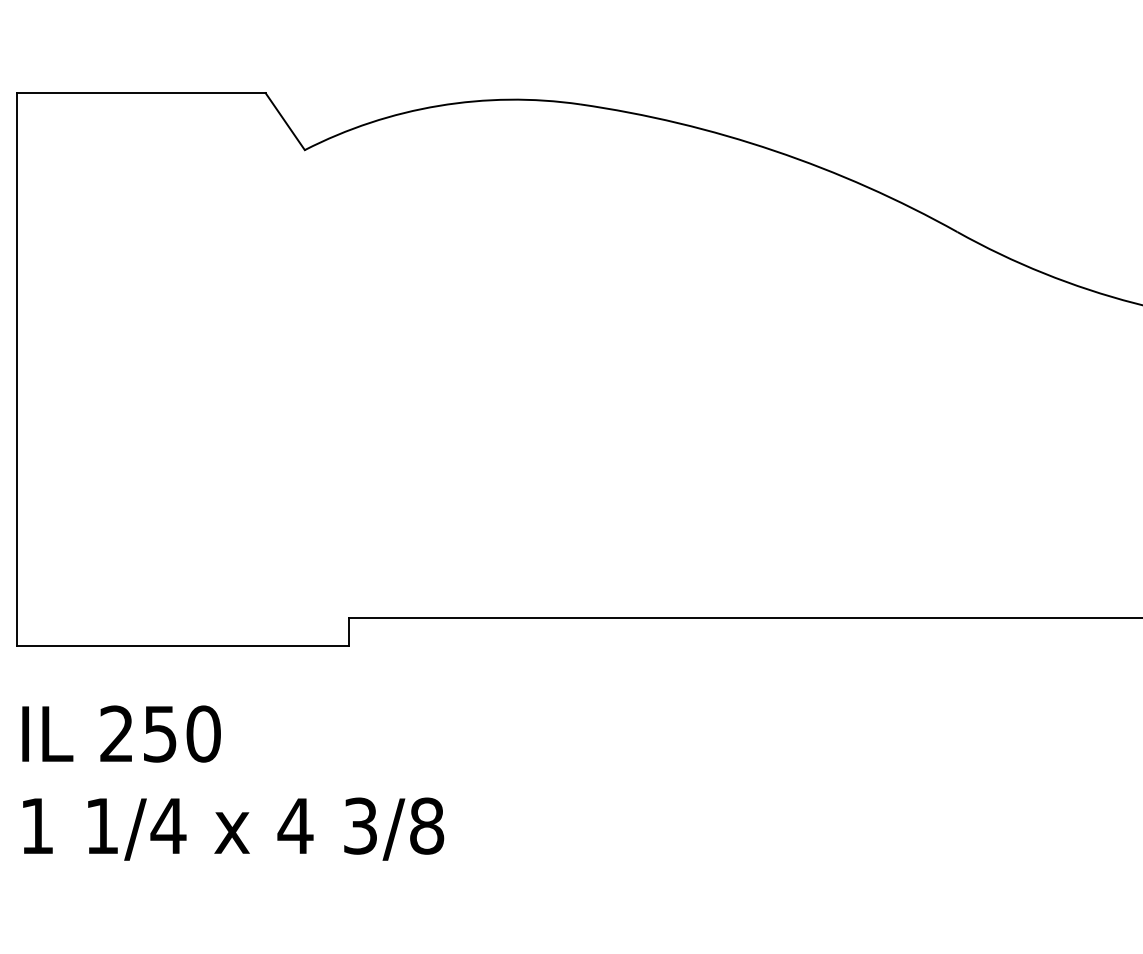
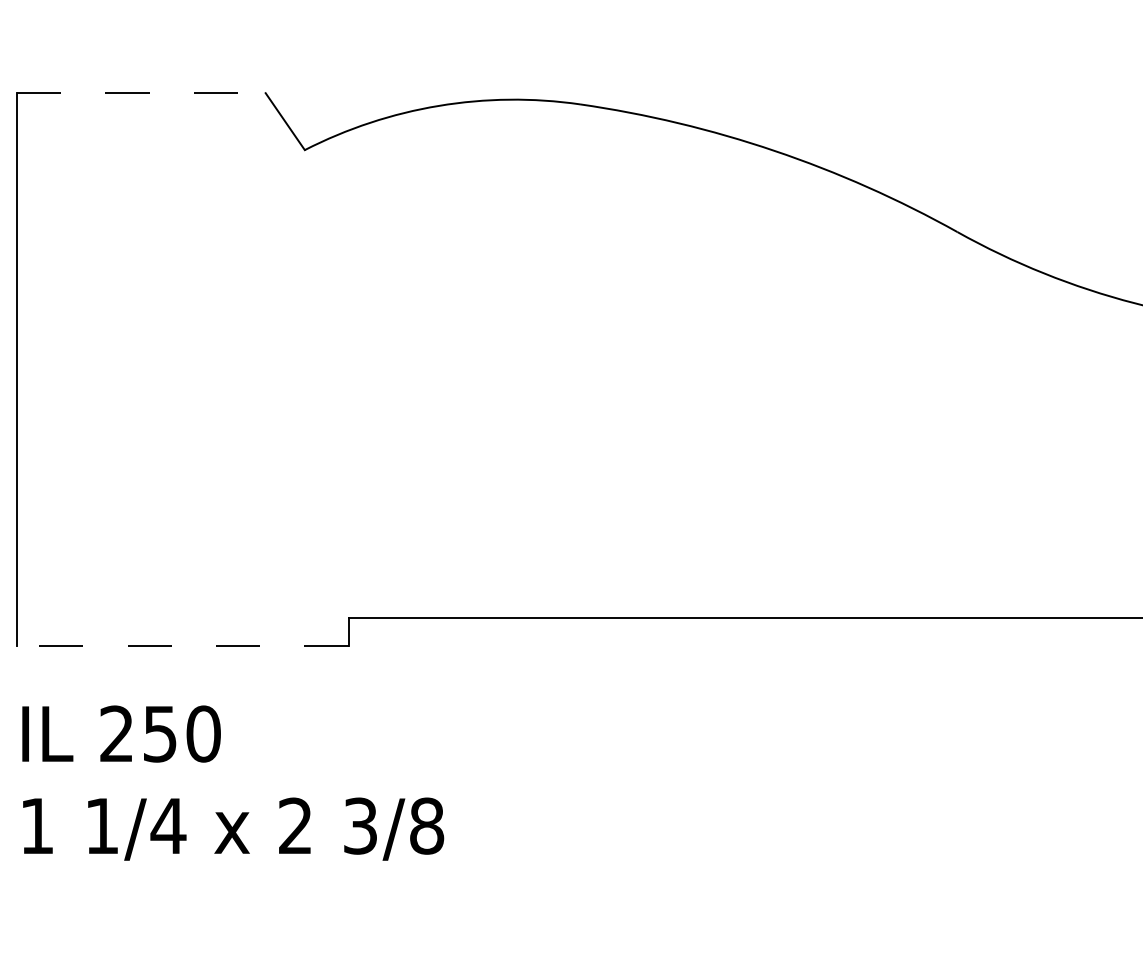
line at (141, 93): solid -> dashed
line at (182, 645): solid -> dashed
text at (295, 825): 4 -> 2
